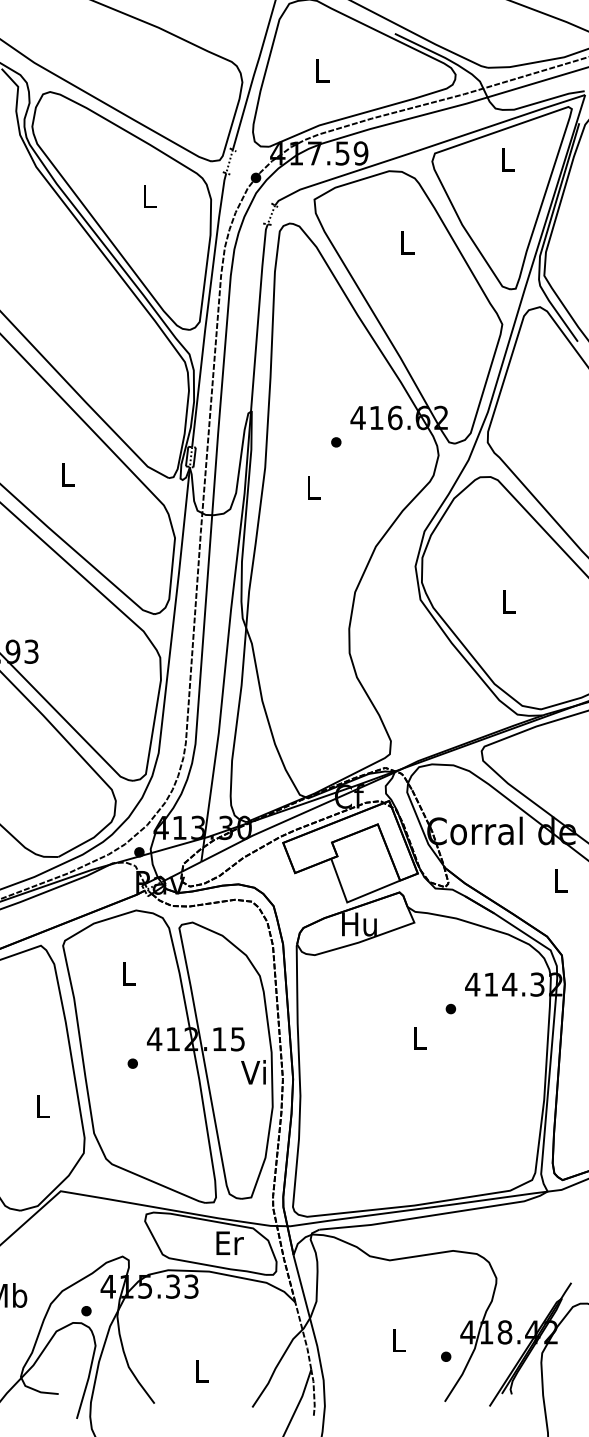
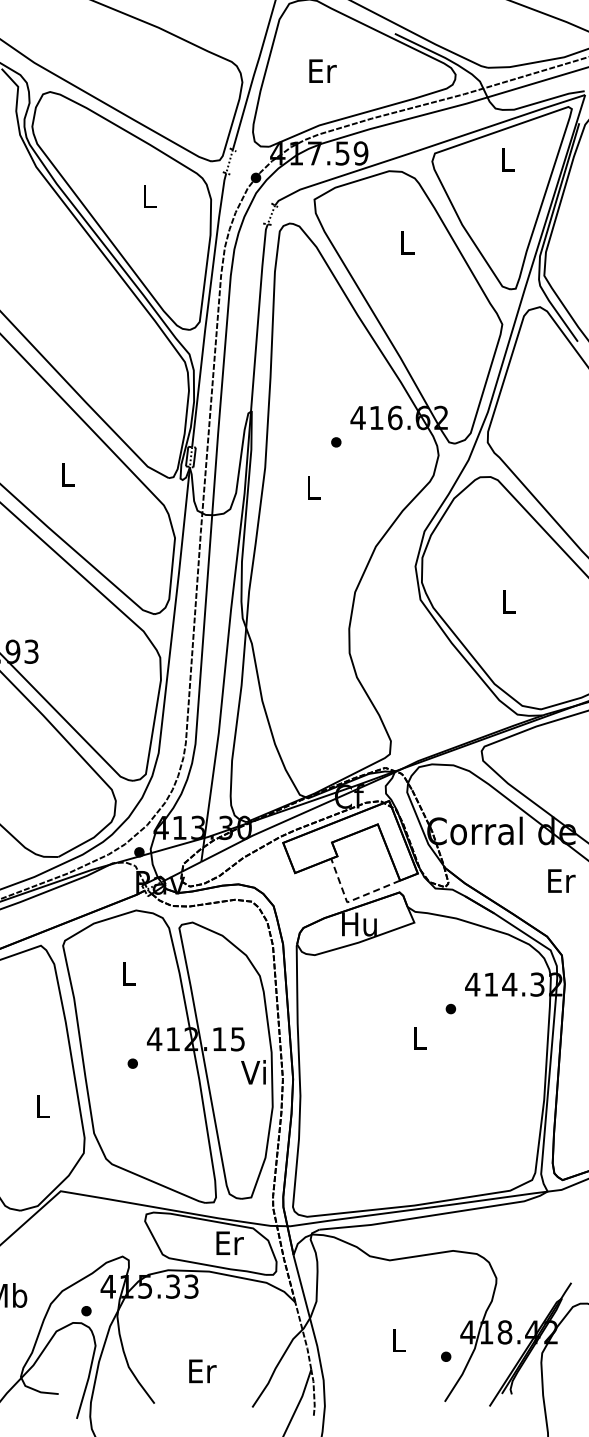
text at (322, 70): L -> Er
text at (561, 880): L -> Er
line at (351, 900): solid -> dashed
text at (202, 1371): L -> Er
